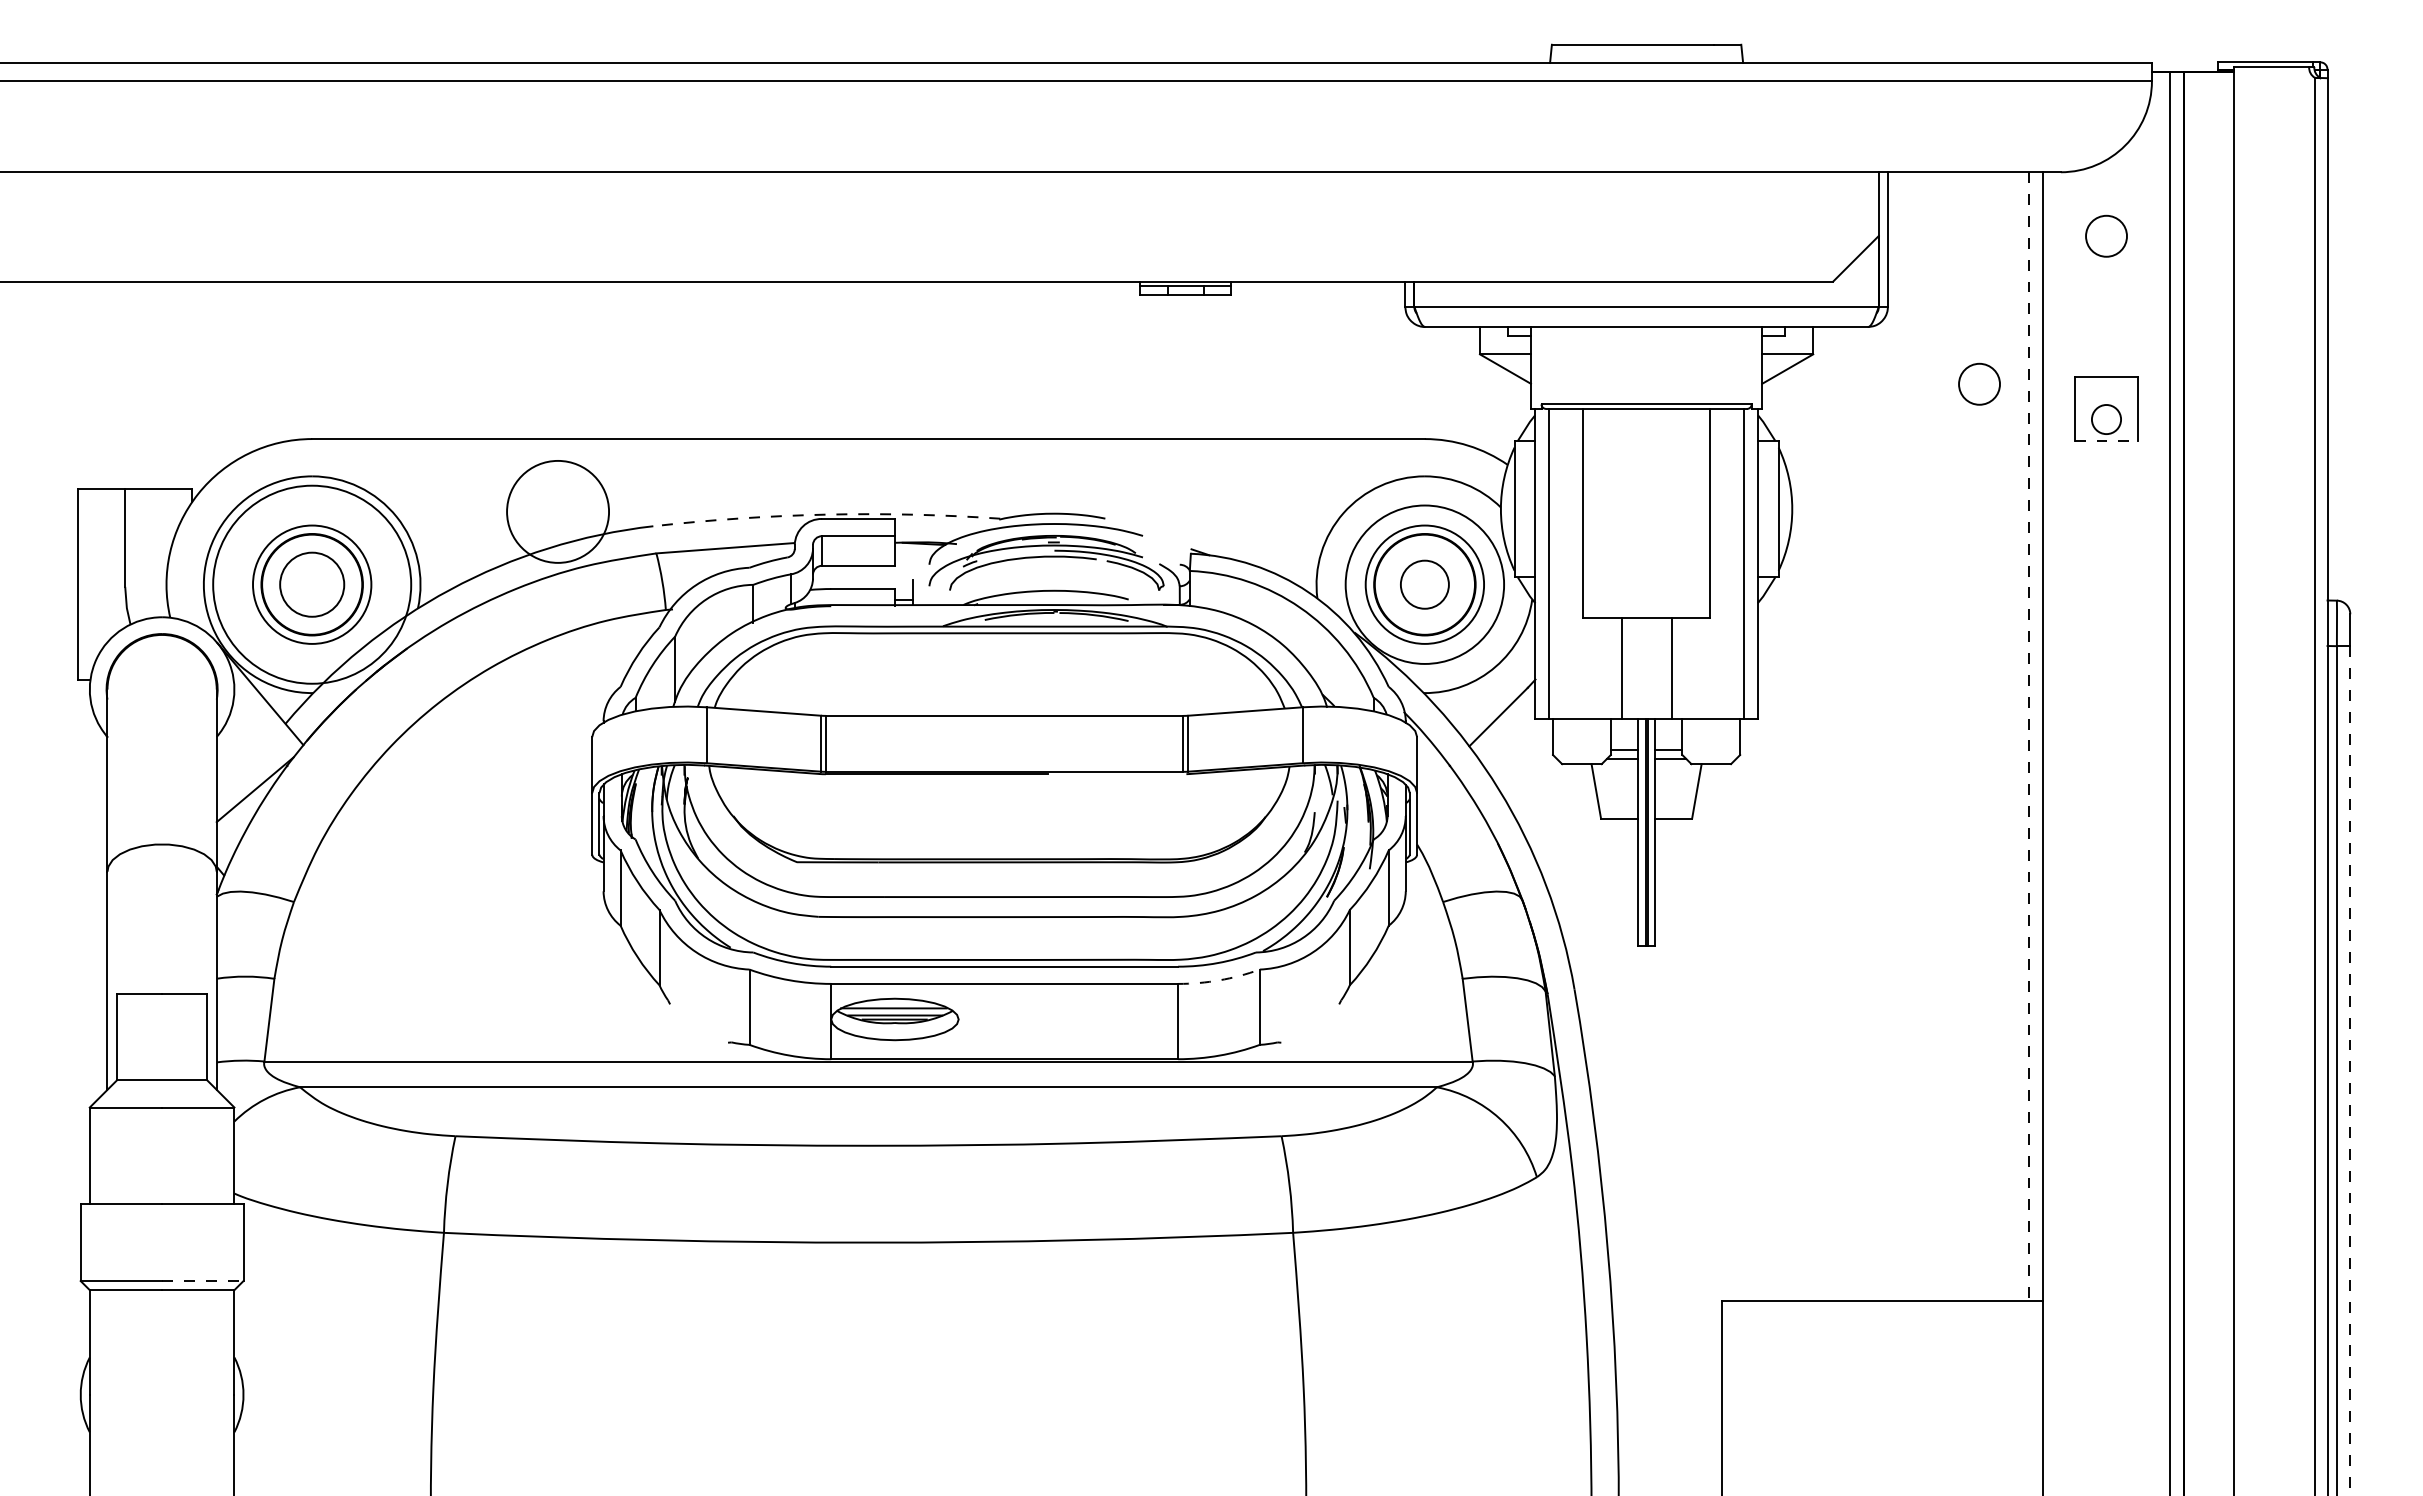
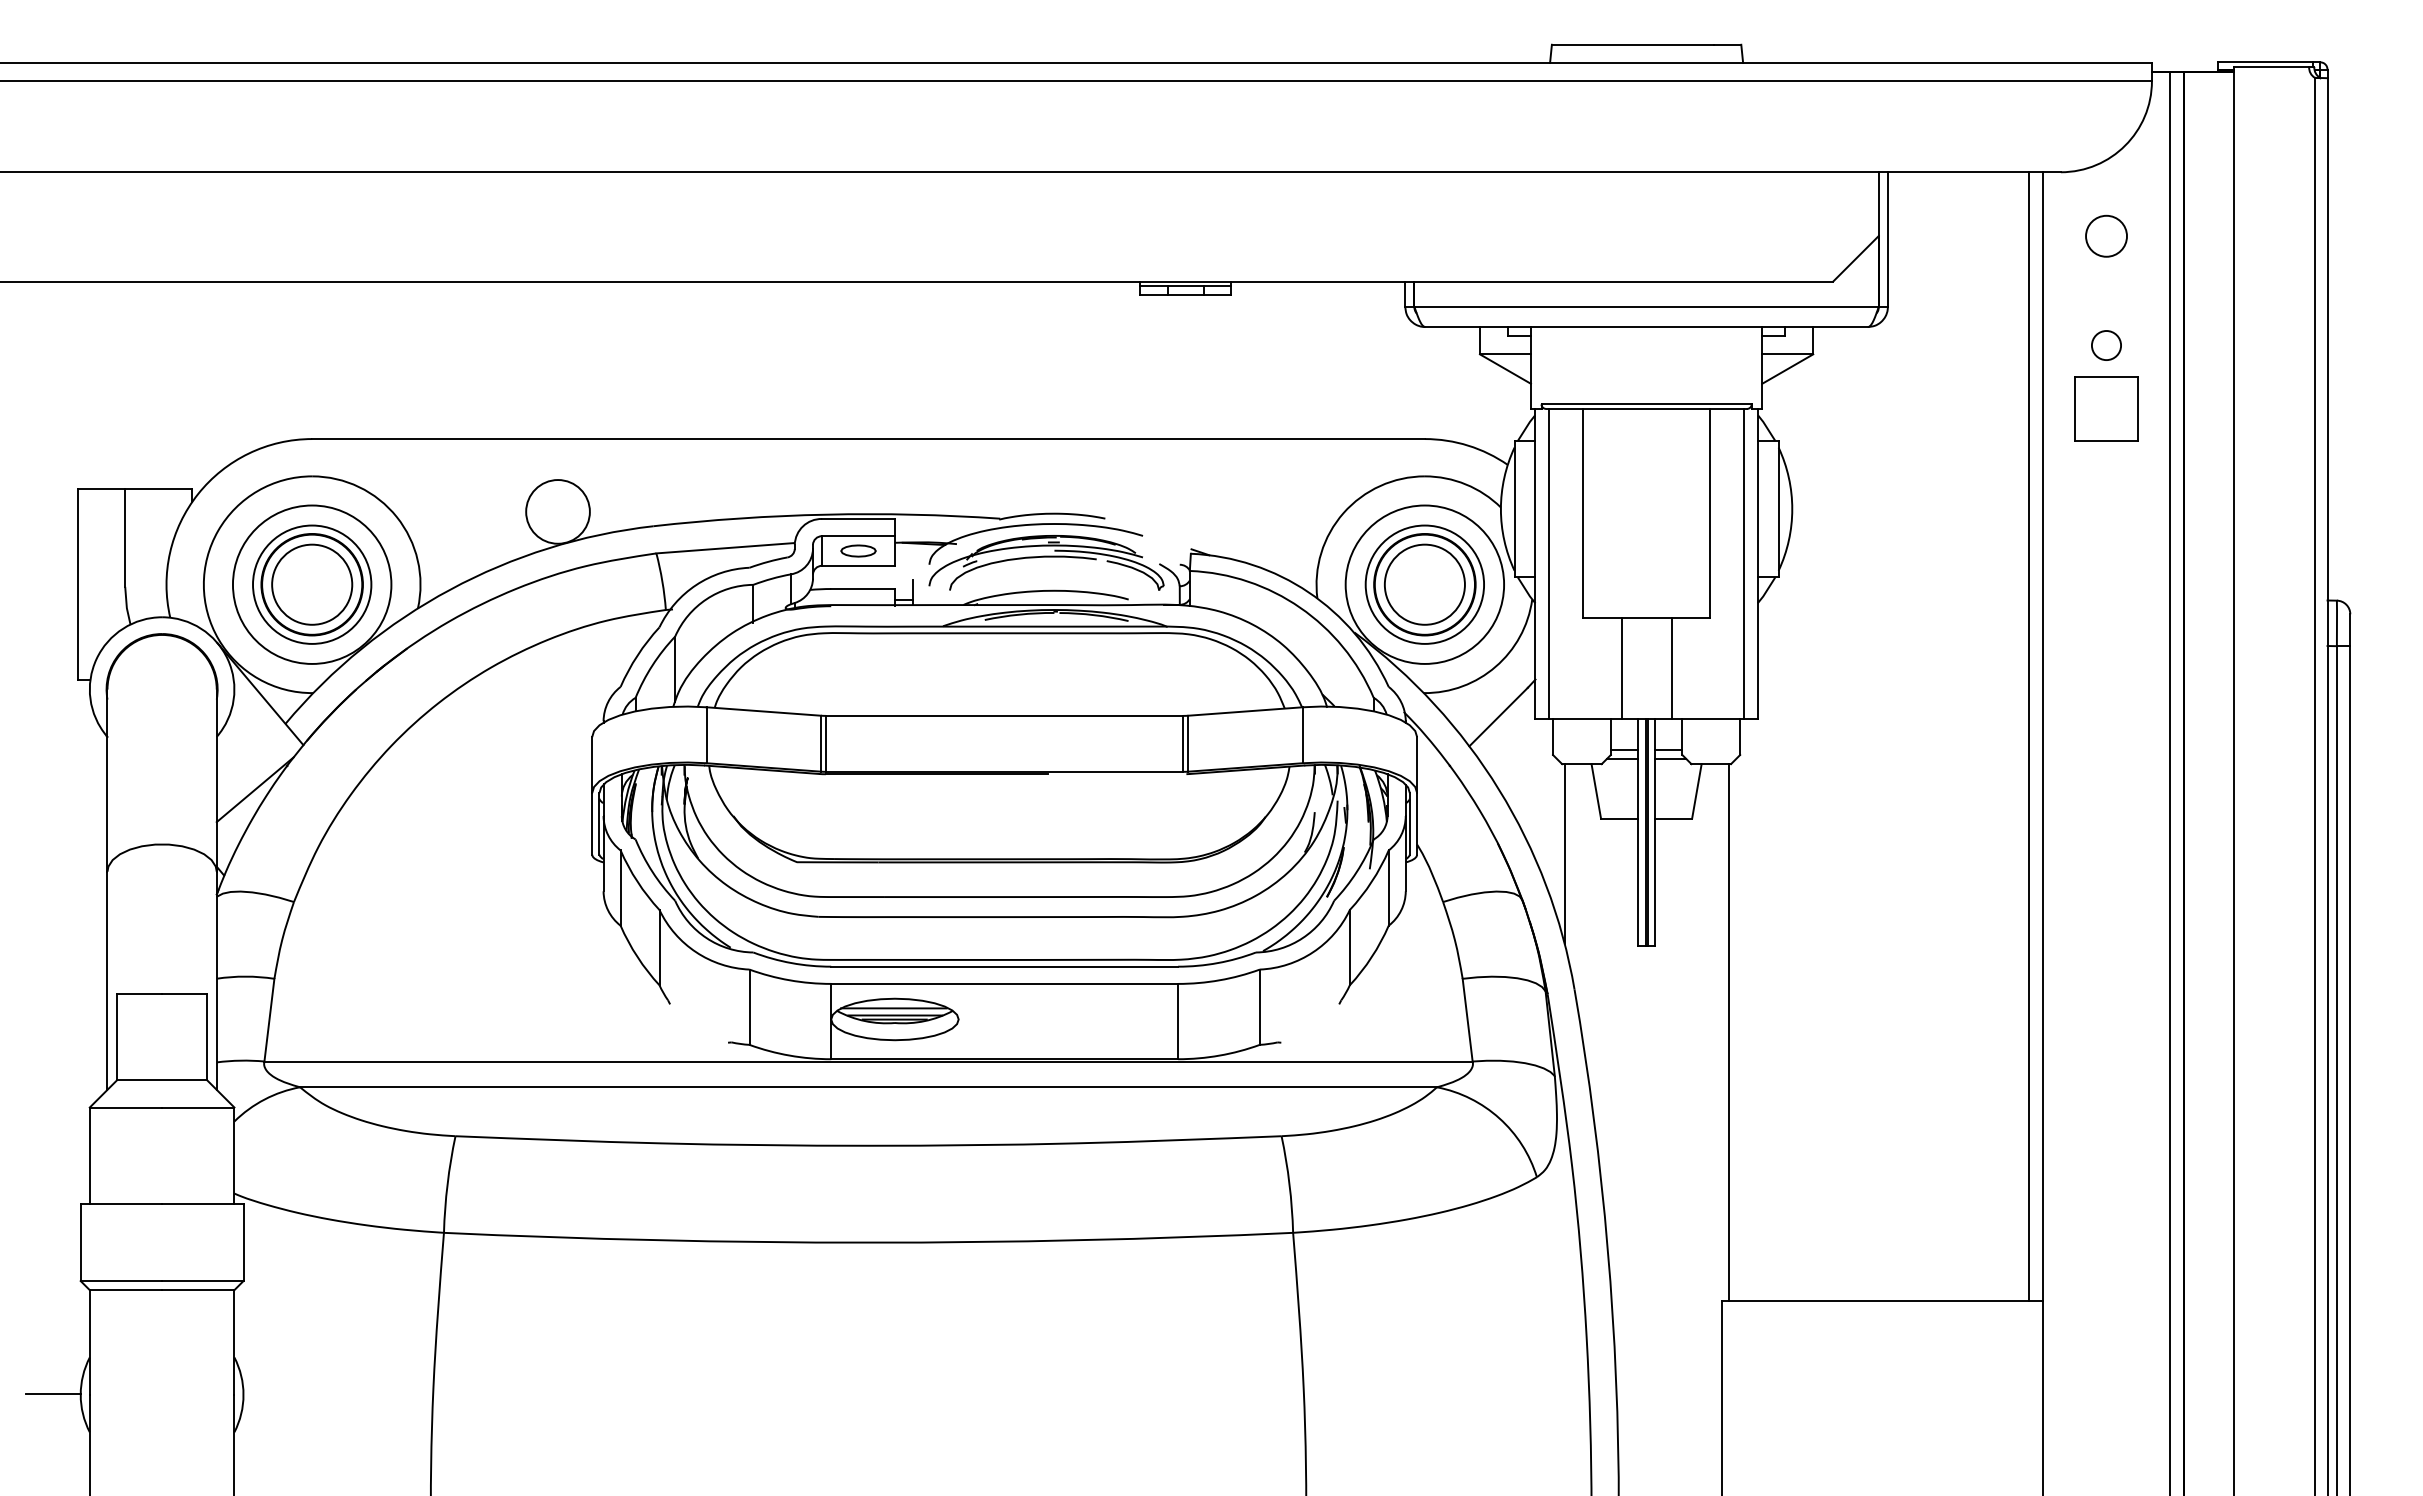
circle at (1979, 383): present -> none
circle at (2106, 419) position: (2106, 419) -> (2106, 345)
line at (2106, 441): dashed -> solid
circle at (558, 511) diameter: 102 px -> 64 px
arc at (826, 514): dashed -> solid
part at (858, 550): none -> present
circle at (312, 584) diameter: 198 px -> 158 px
circle at (312, 584) diameter: 64 px -> 80 px
circle at (1424, 584) diameter: 48 px -> 80 px
line at (2029, 736): dashed -> solid
line at (1564, 853): none -> present
arc at (1219, 980): dashed -> solid
line at (1728, 1032): none -> present
line at (2350, 1071): dashed -> solid
line at (202, 1281): dashed -> solid
line at (52, 1394): none -> present
